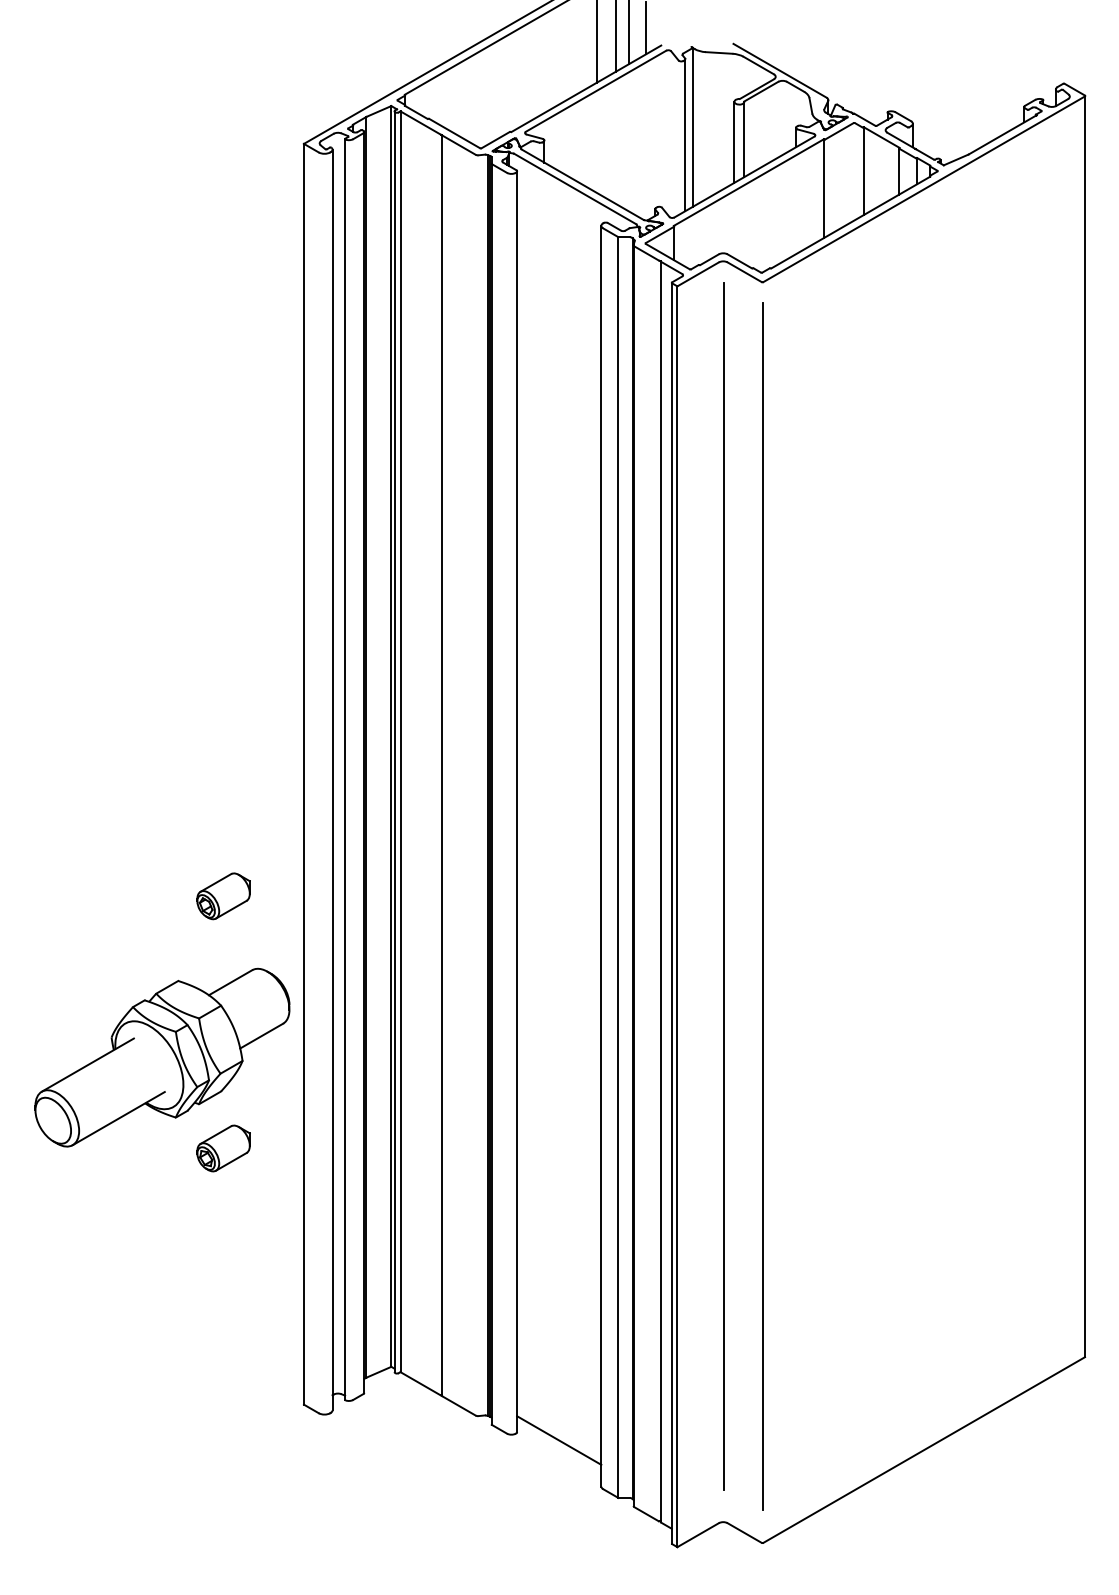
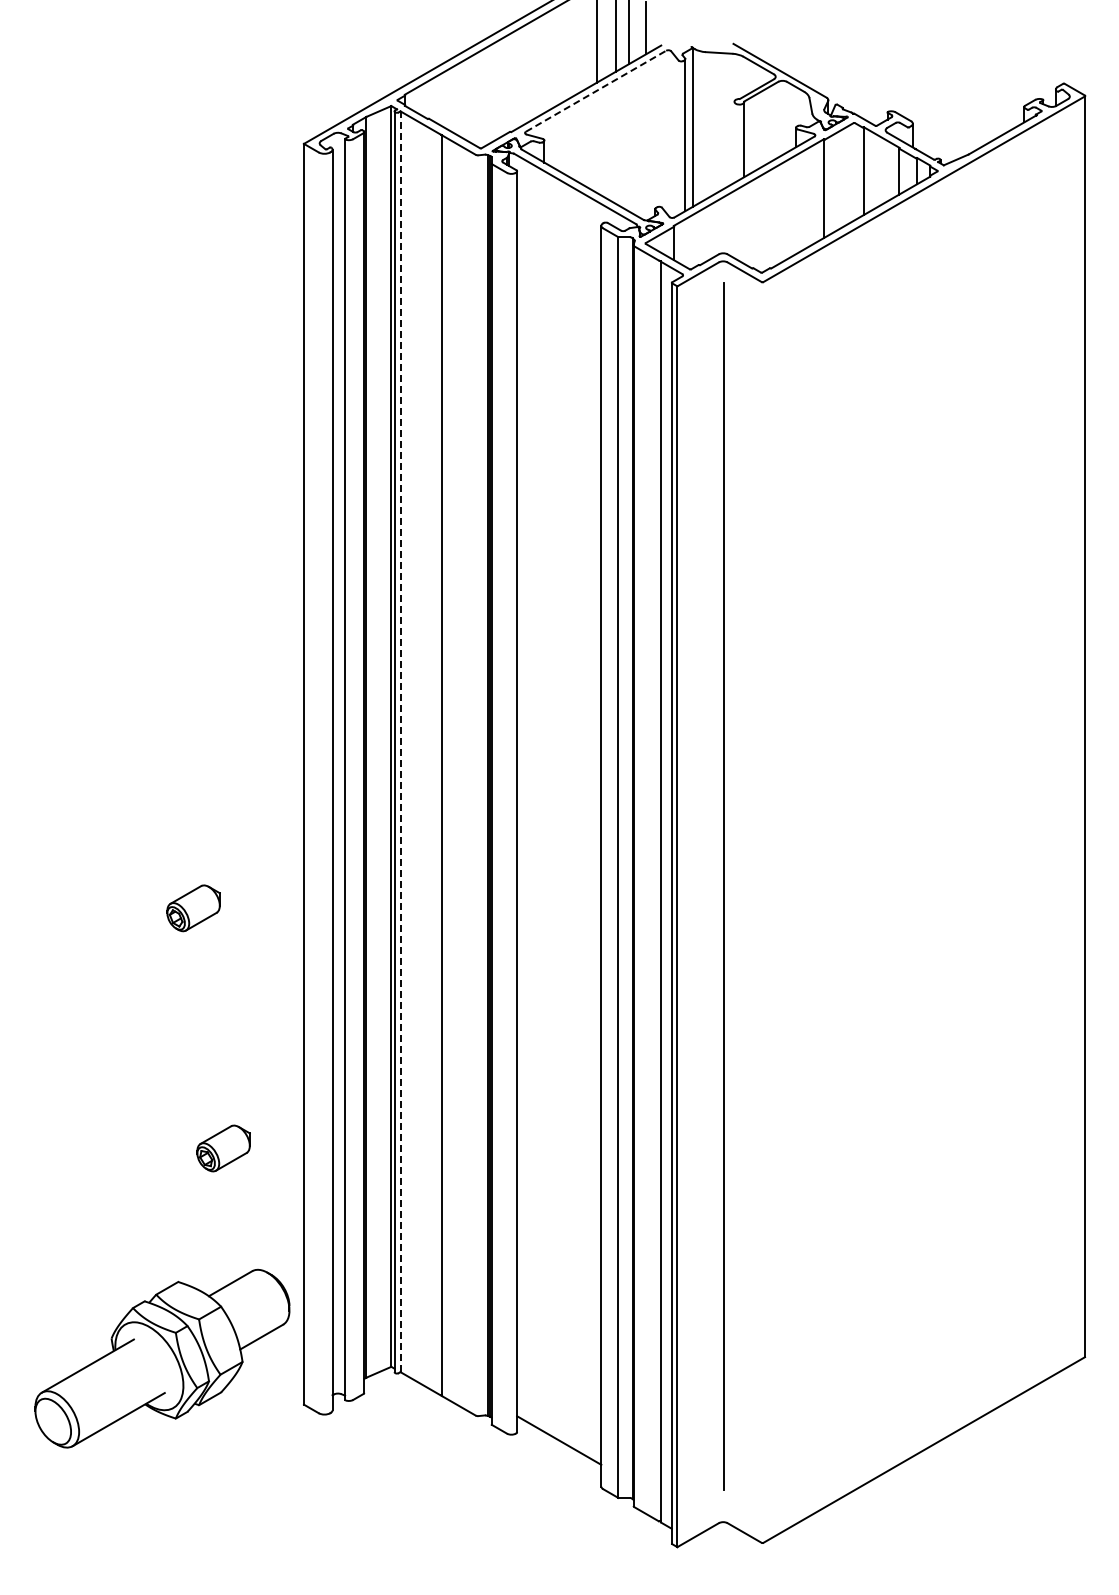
line at (596, 91): solid -> dashed
line at (734, 141): present -> none
line at (400, 741): solid -> dashed
part at (223, 896) position: (223, 896) -> (193, 908)
line at (762, 906): present -> none
part at (162, 1057) position: (162, 1057) -> (162, 1358)
